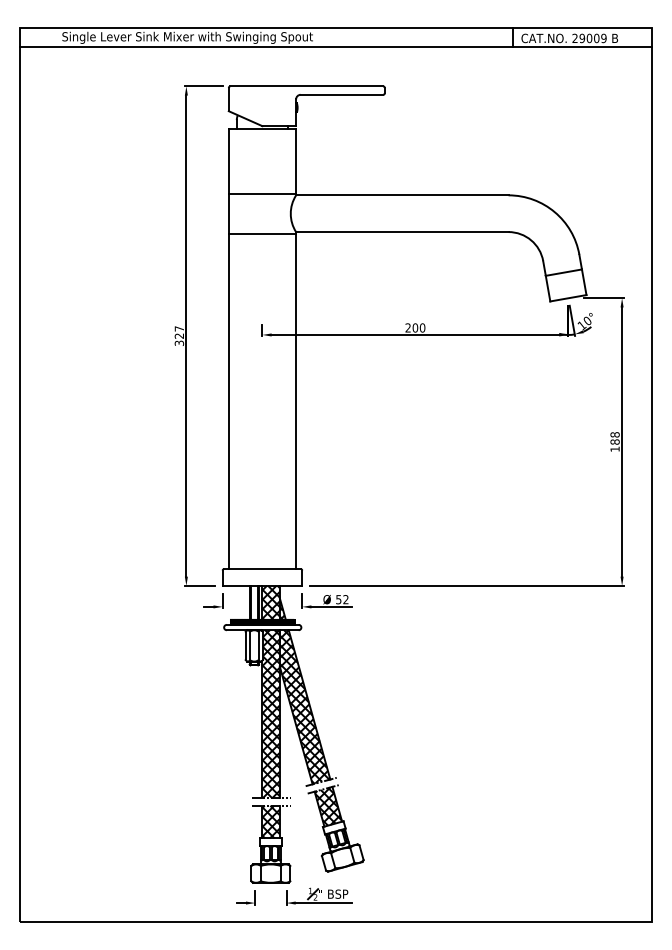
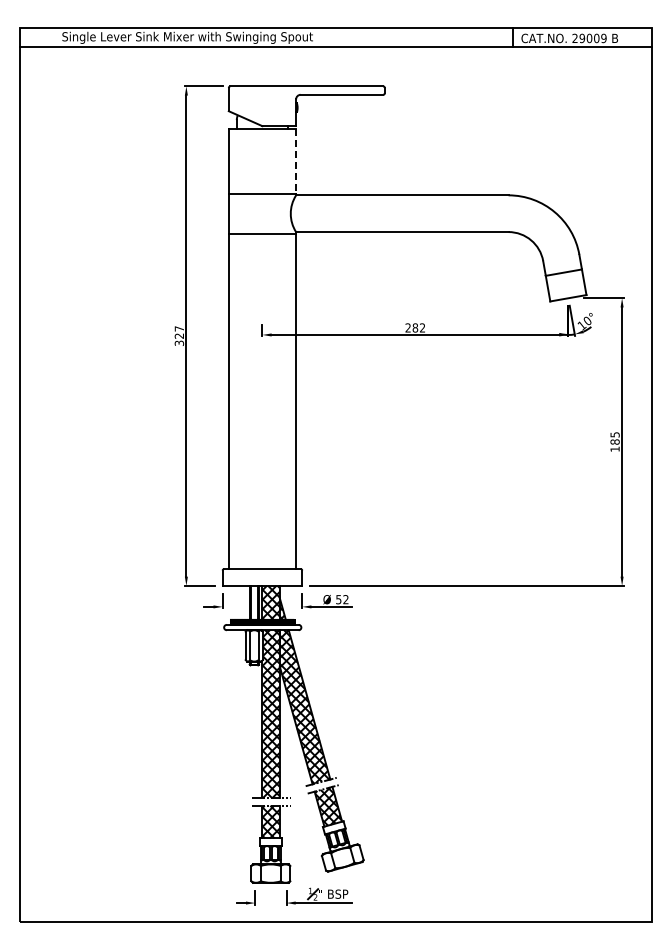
line at (296, 161): solid -> dashed
text at (418, 327): 200 -> 282
text at (614, 434): 188 -> 185
